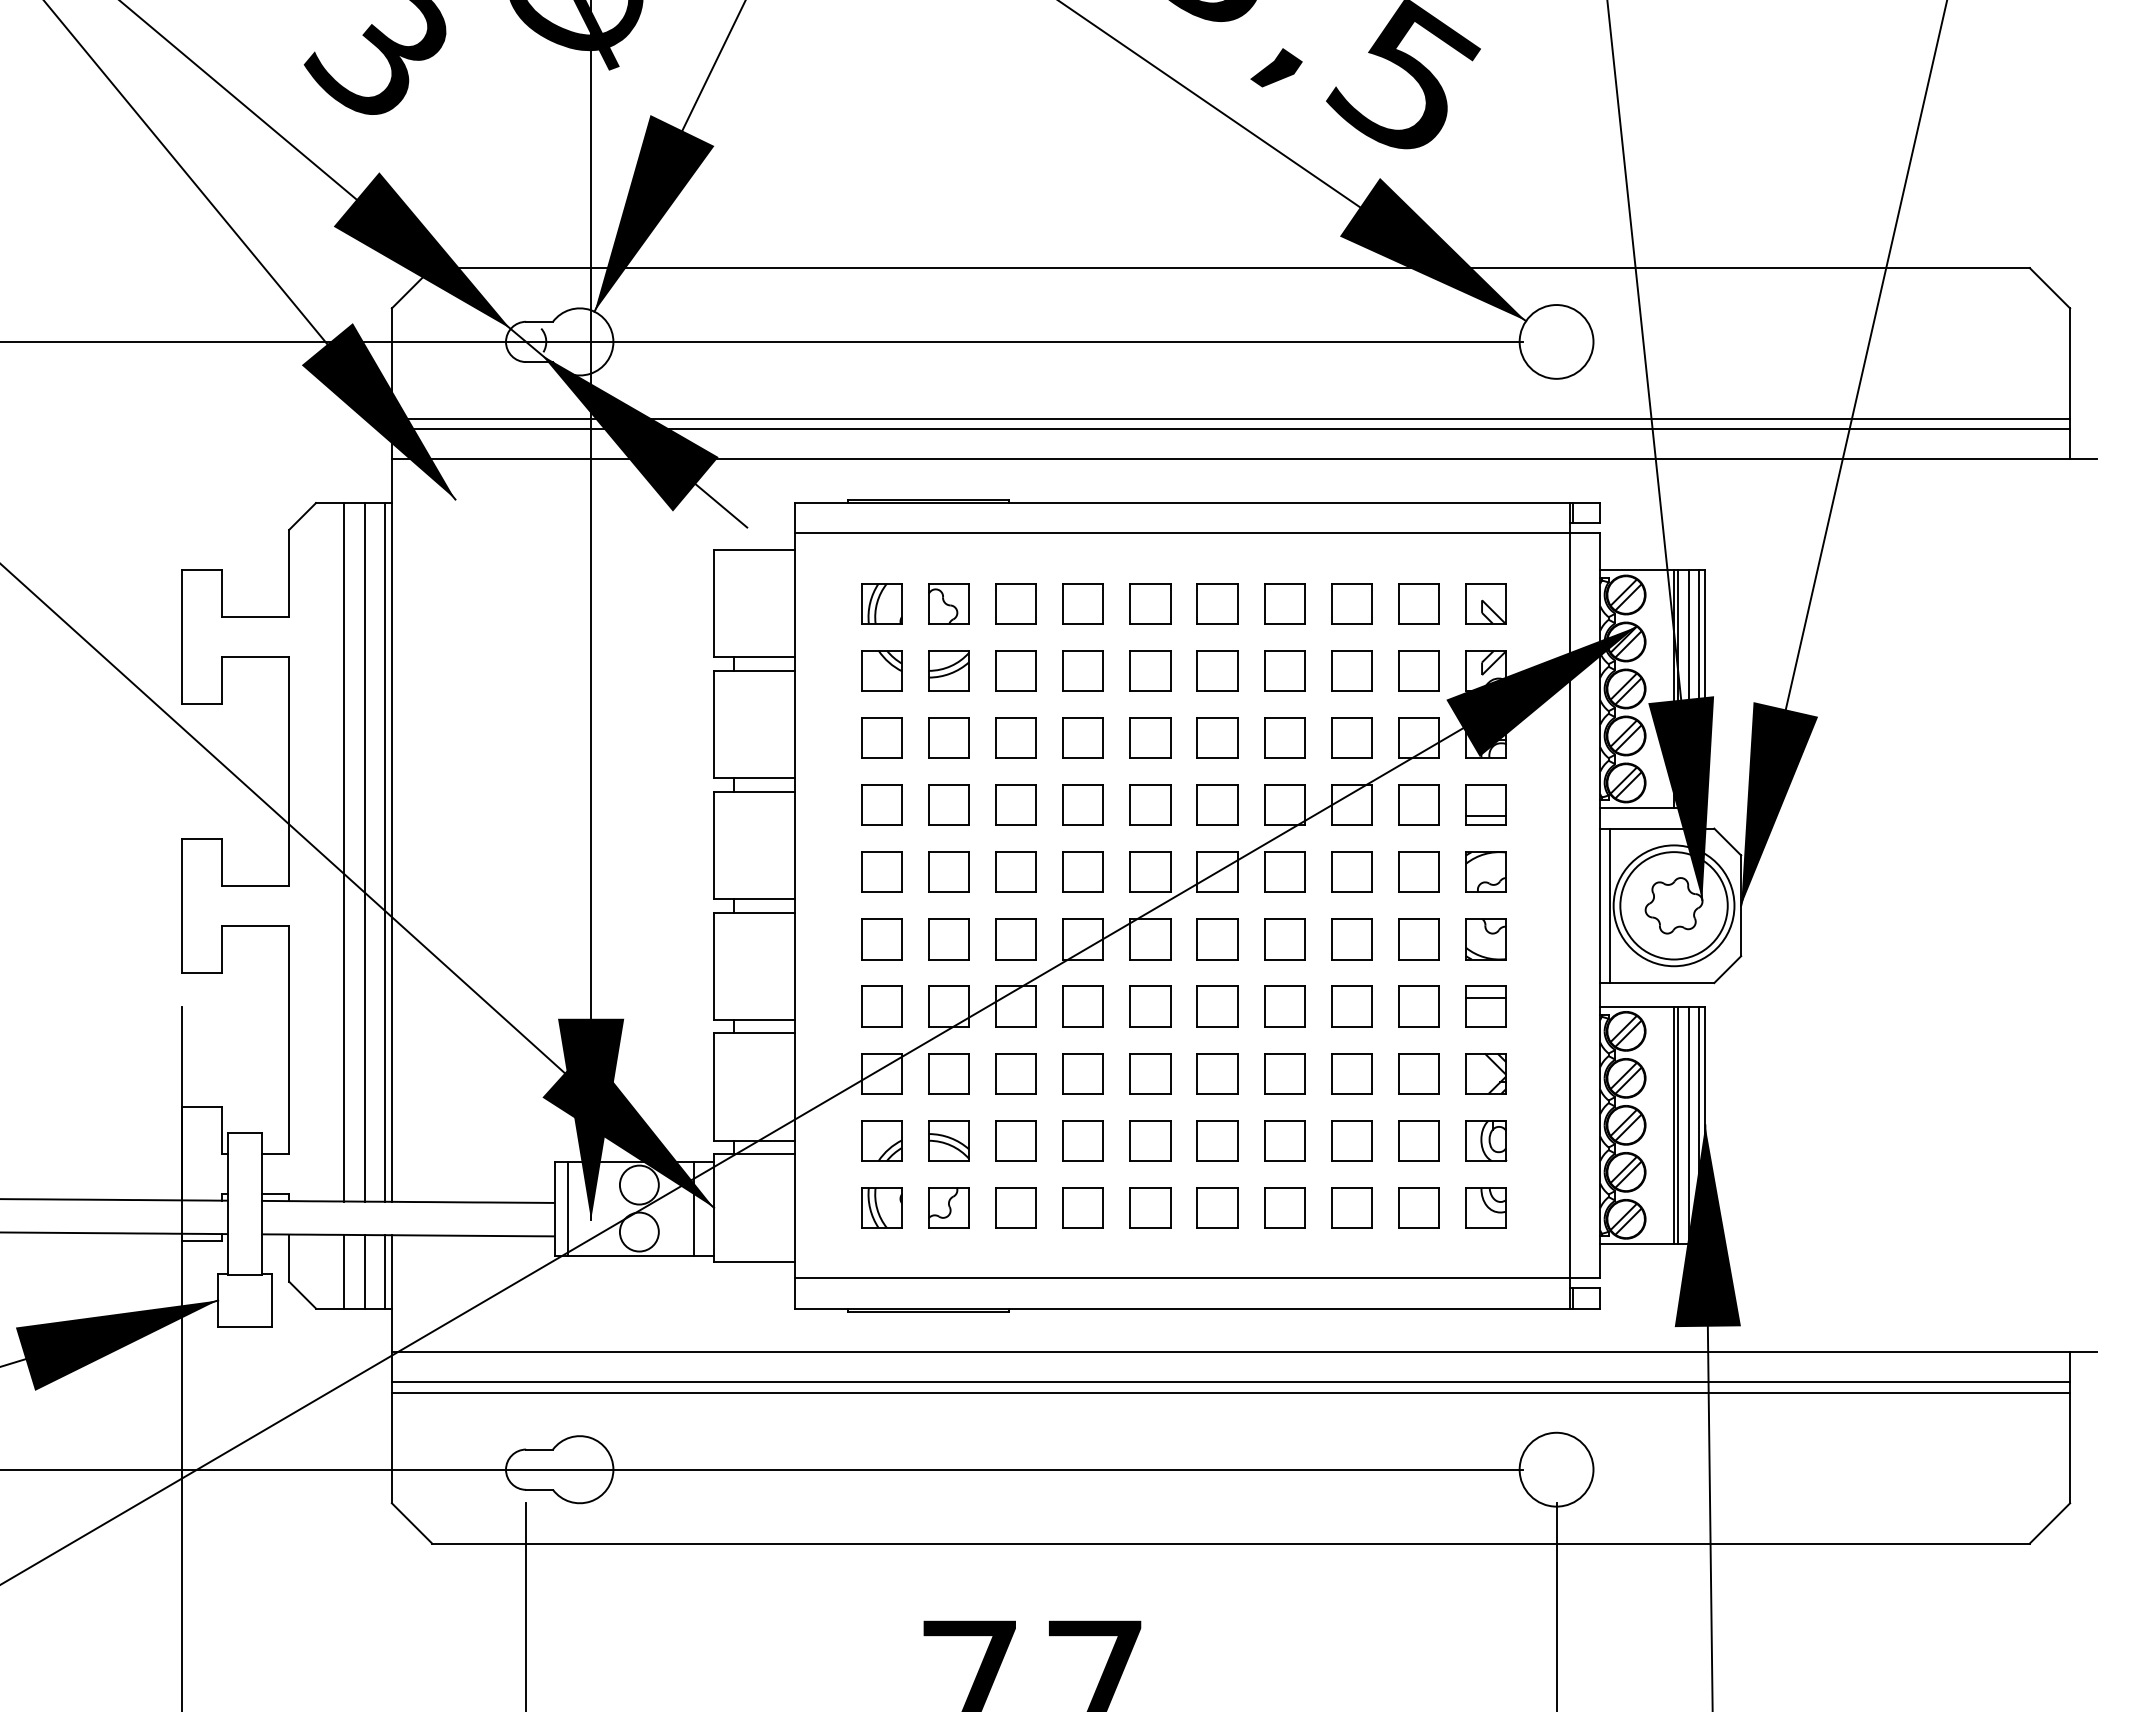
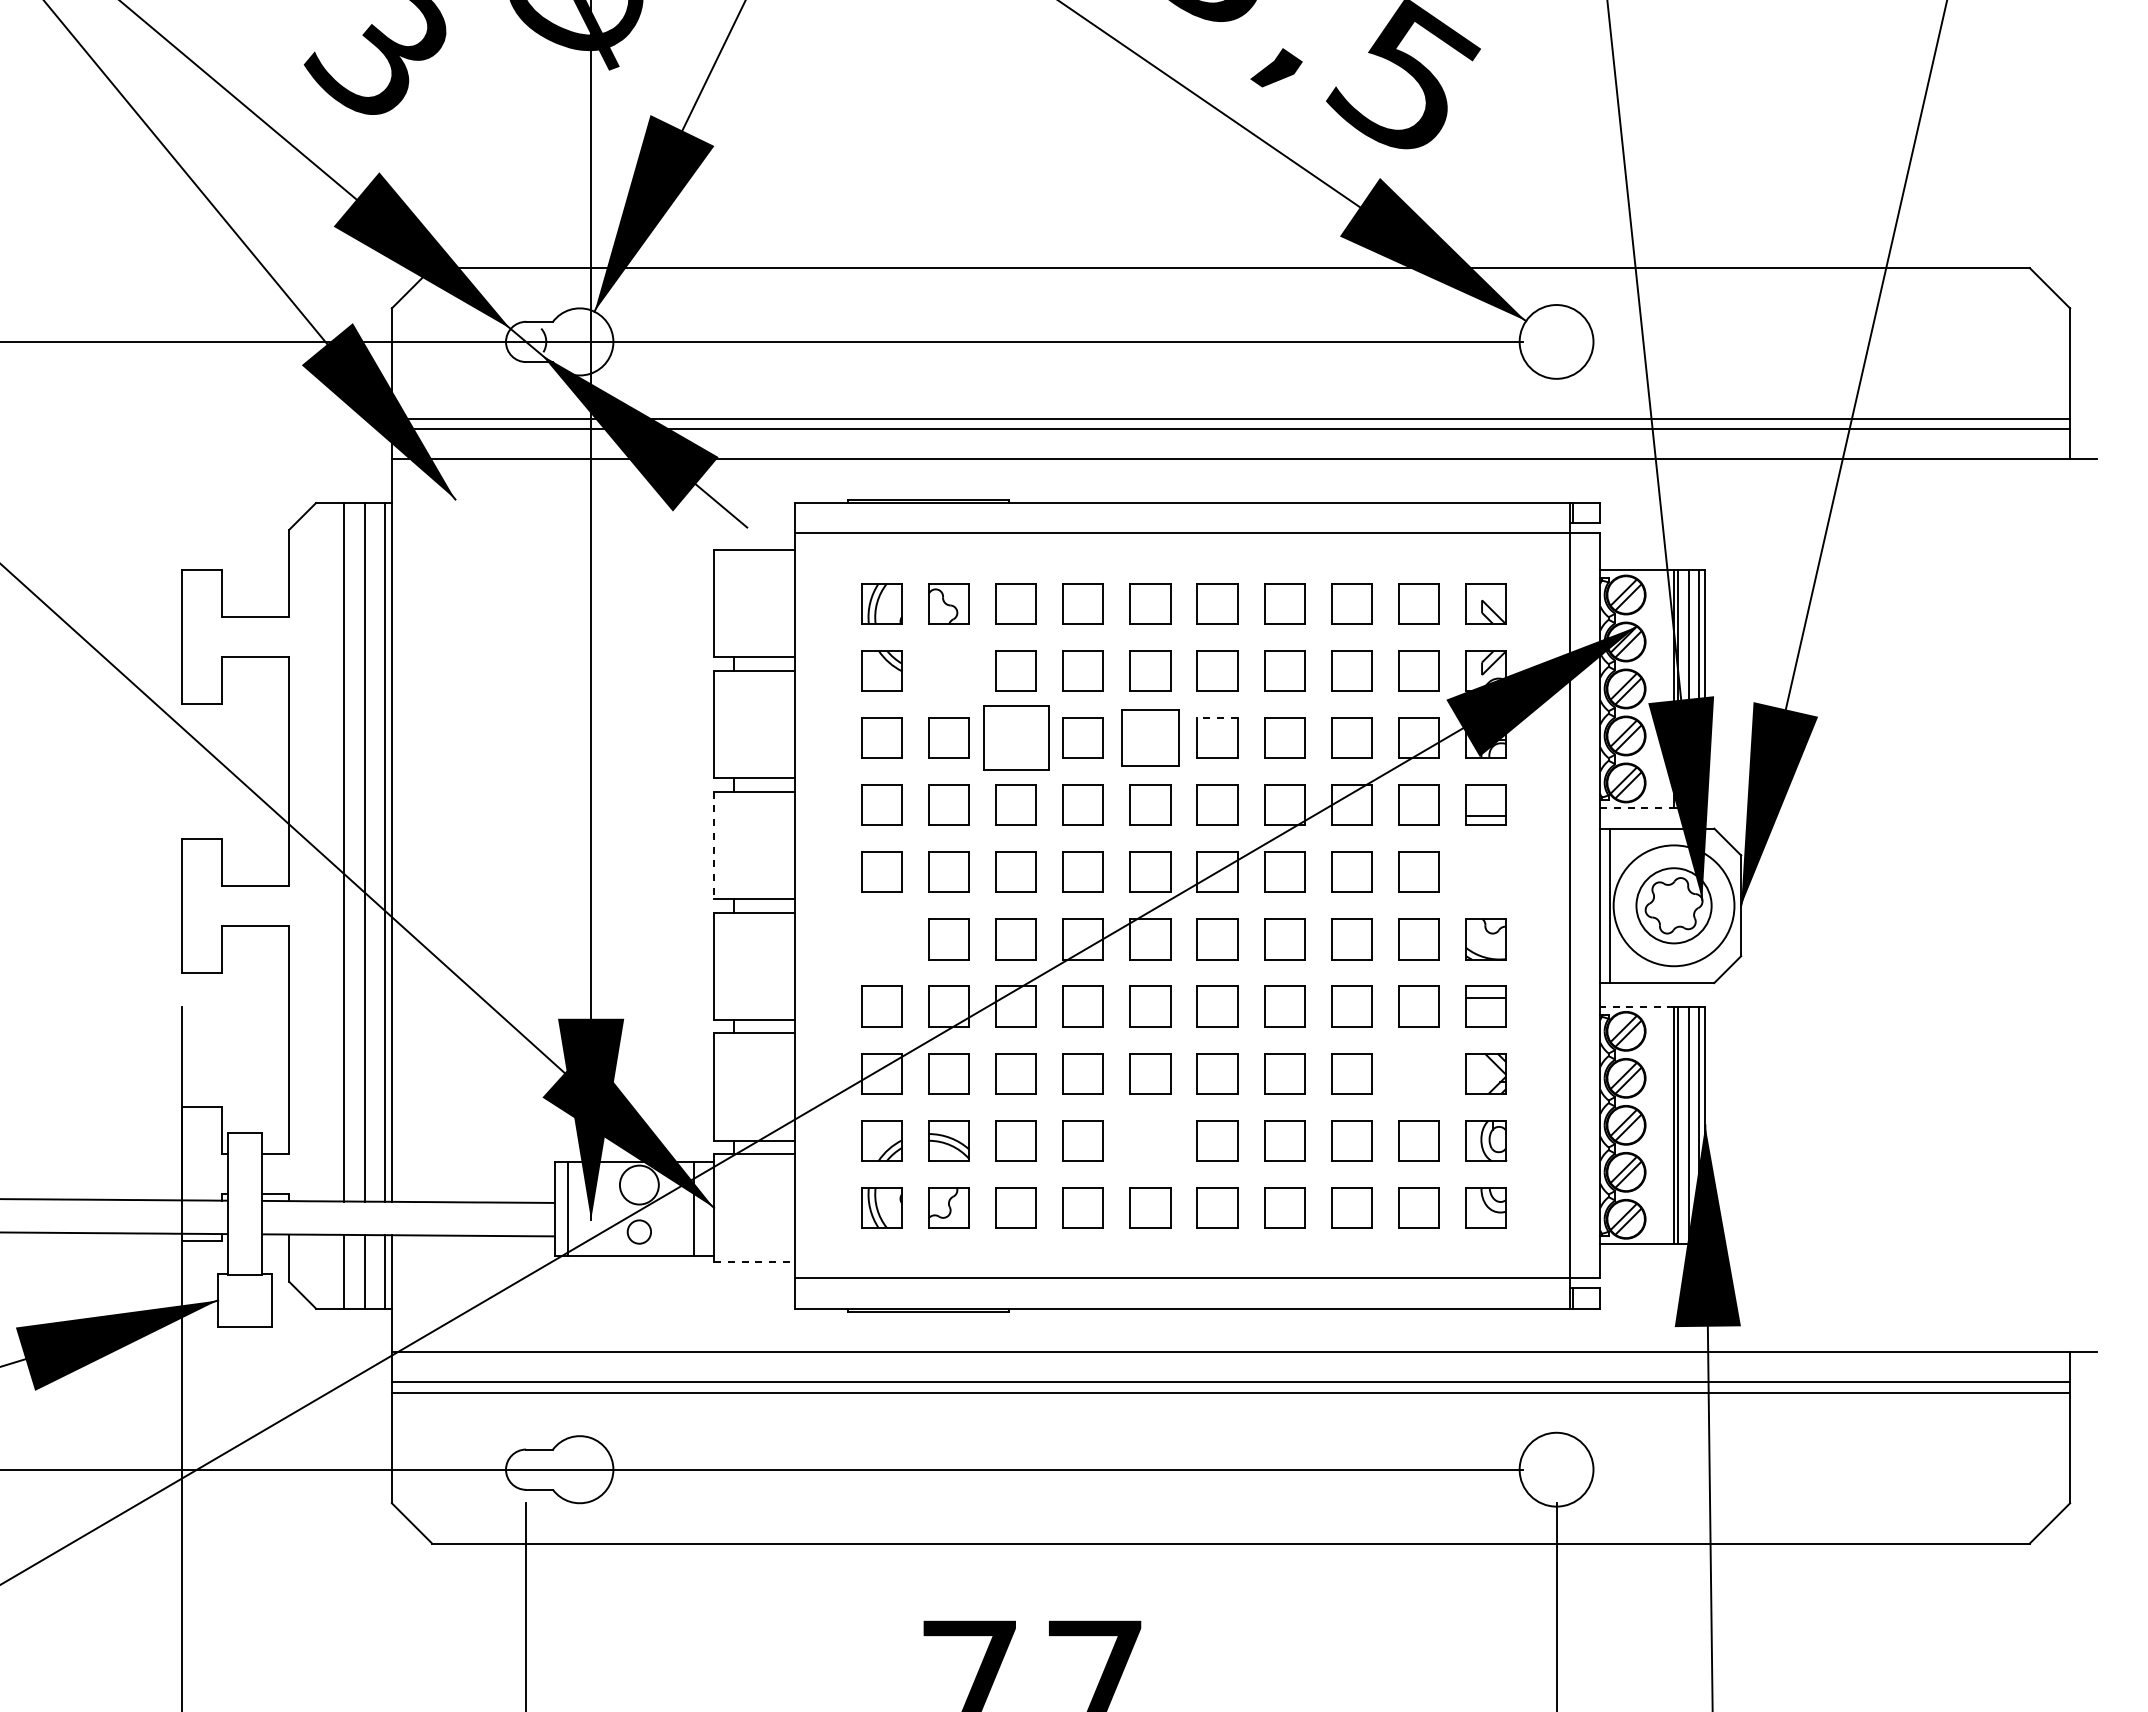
part at (948, 670): present -> none
line at (1217, 717): solid -> dashed
part at (1015, 737) size: 42x42 px -> 67x66 px
part at (1150, 737) size: 43x42 px -> 59x58 px
line at (1637, 807): solid -> dashed
line at (714, 845): solid -> dashed
part at (1485, 871): present -> none
circle at (1673, 905) diameter: 107 px -> 75 px
part at (881, 939): present -> none
line at (1636, 1006): solid -> dashed
part at (1418, 1073): present -> none
part at (1150, 1140): present -> none
circle at (638, 1231) diameter: 39 px -> 23 px
line at (754, 1261): solid -> dashed
